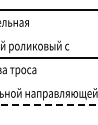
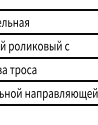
line at (48, 34): none -> present
line at (48, 81): none -> present
line at (49, 105): dashed -> solid
